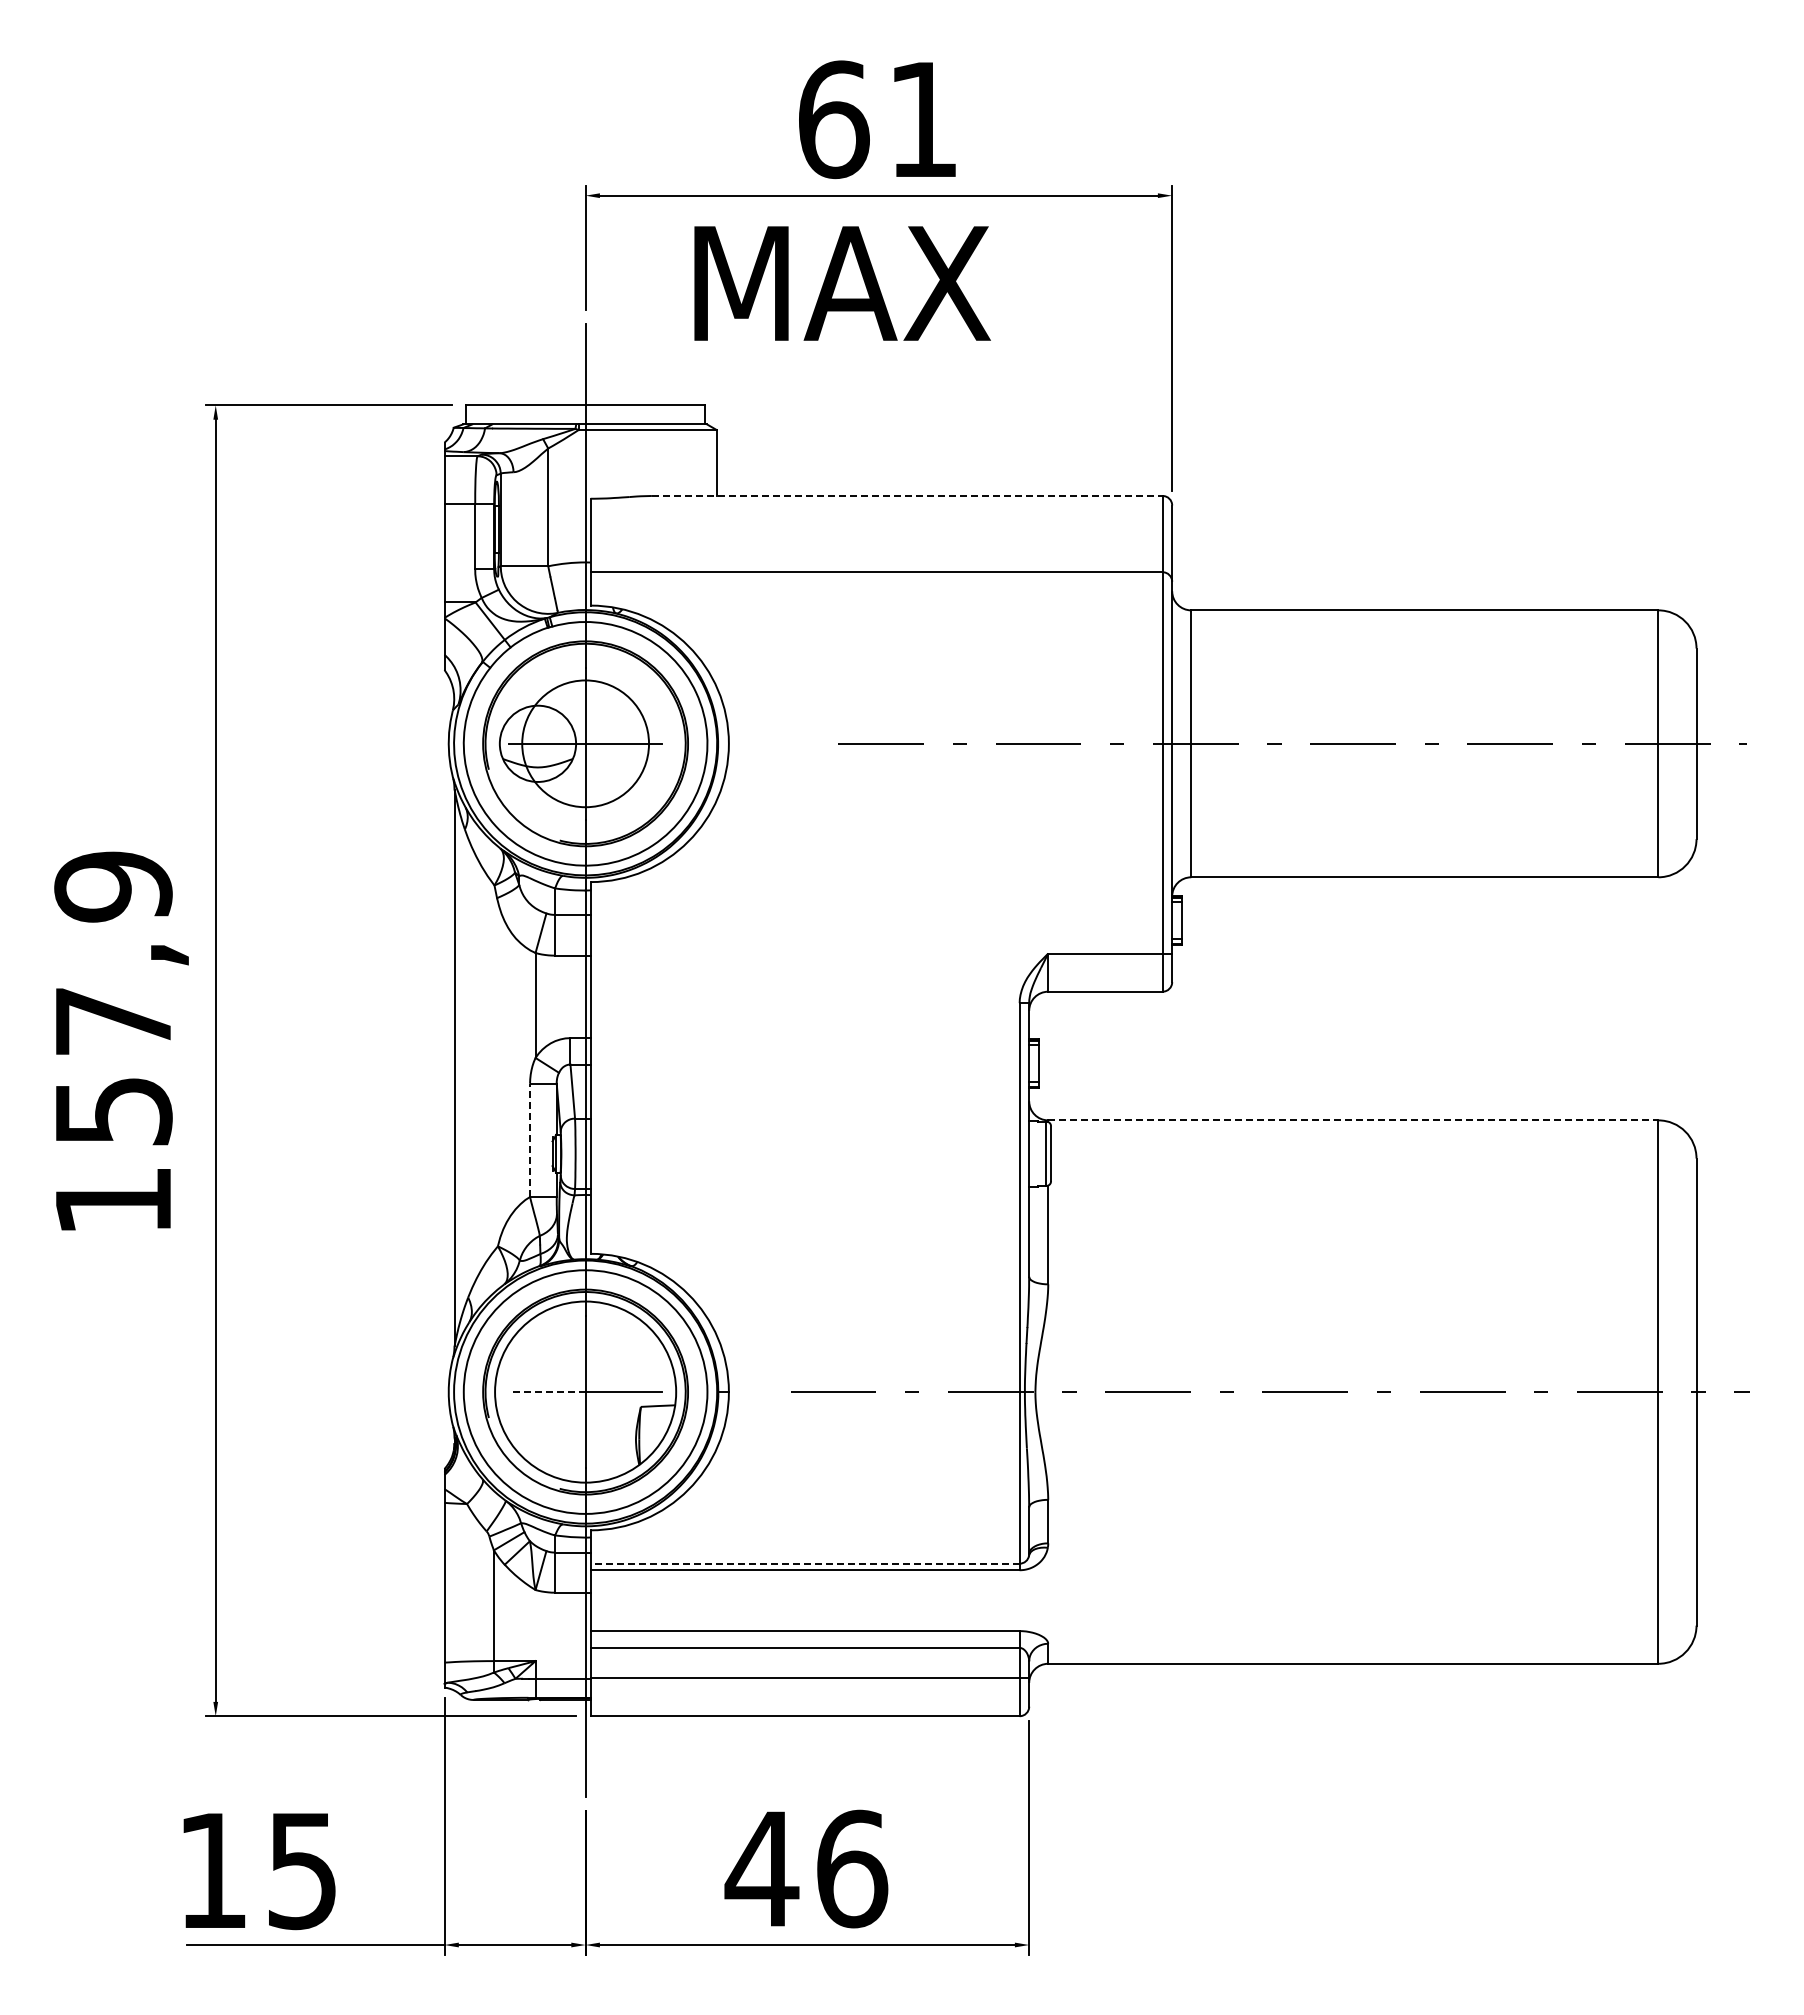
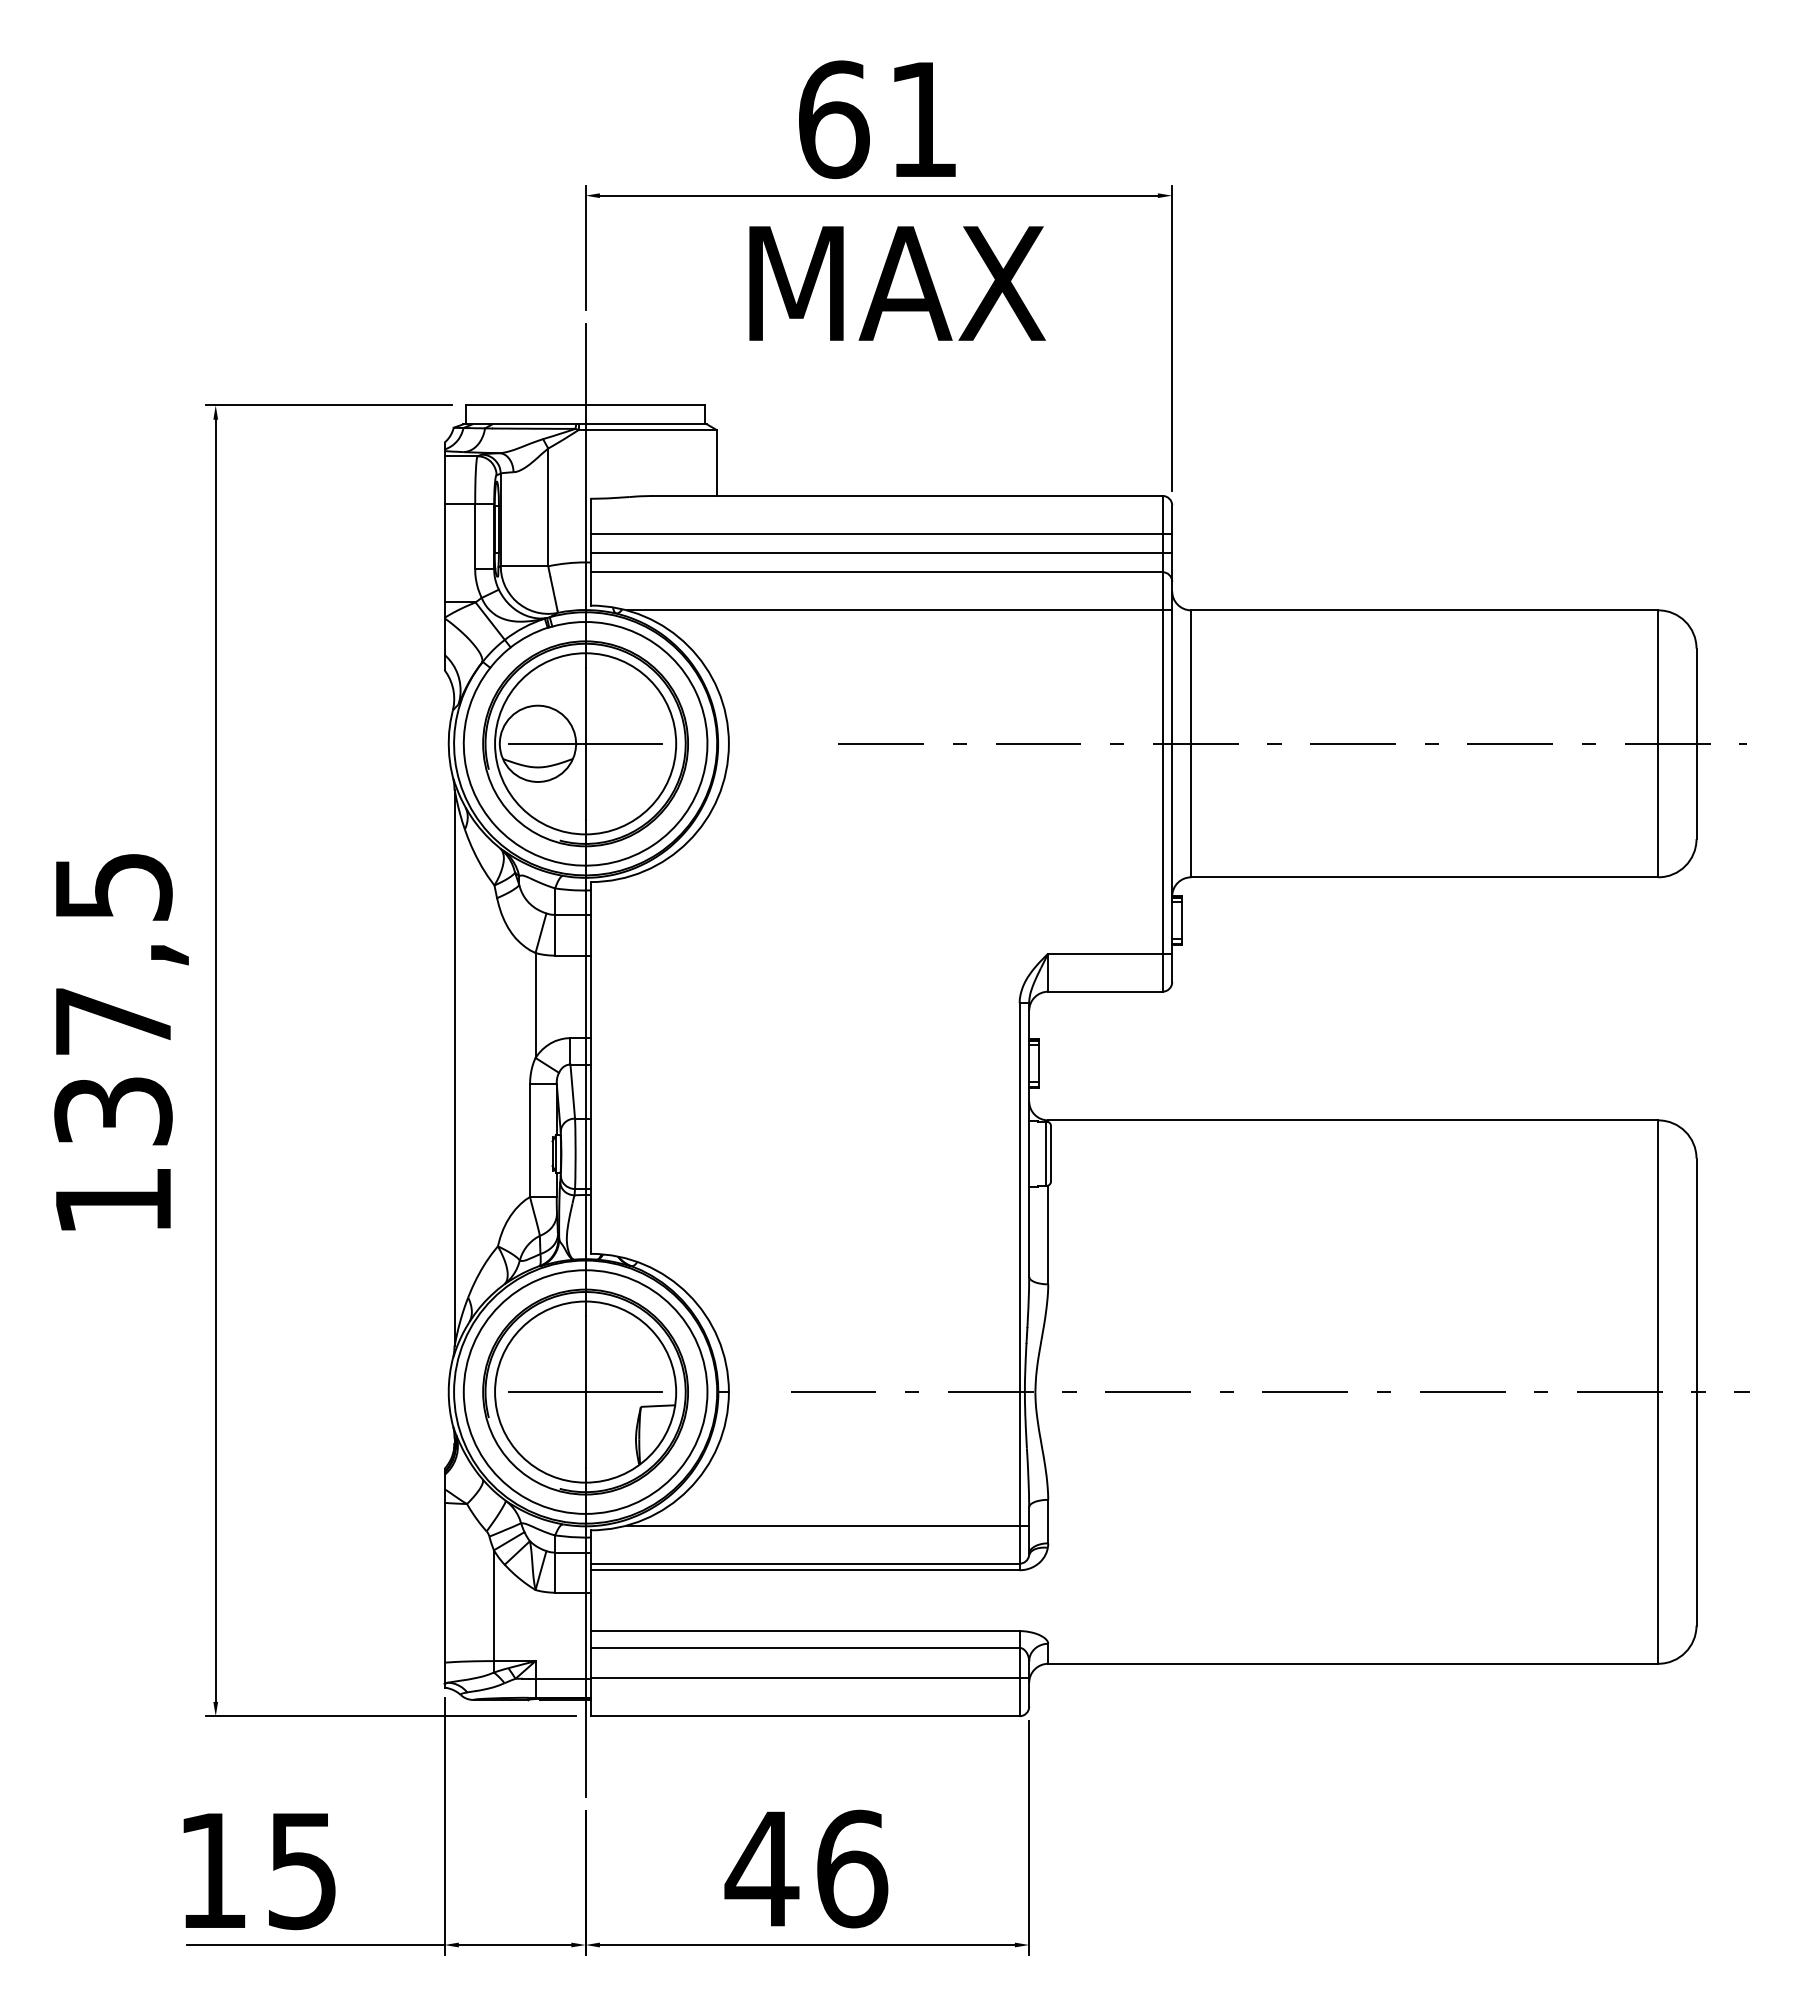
text at (842, 283) position: (842, 283) -> (897, 283)
line at (907, 495): dashed -> solid
line at (881, 534): none -> present
line at (881, 553): none -> present
line at (899, 610): none -> present
circle at (585, 743) diameter: 127 px -> 181 px
text at (113, 998): 157,9 -> 137,5
line at (1353, 1120): dashed -> solid
line at (530, 1140): dashed -> solid
line at (547, 1392): dashed -> solid
line at (827, 1525): none -> present
line at (804, 1563): dashed -> solid
